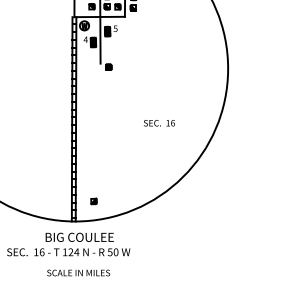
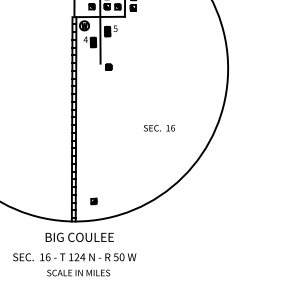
text at (158, 123) position: (158, 123) -> (158, 128)
text at (68, 252) position: (68, 252) -> (74, 257)
